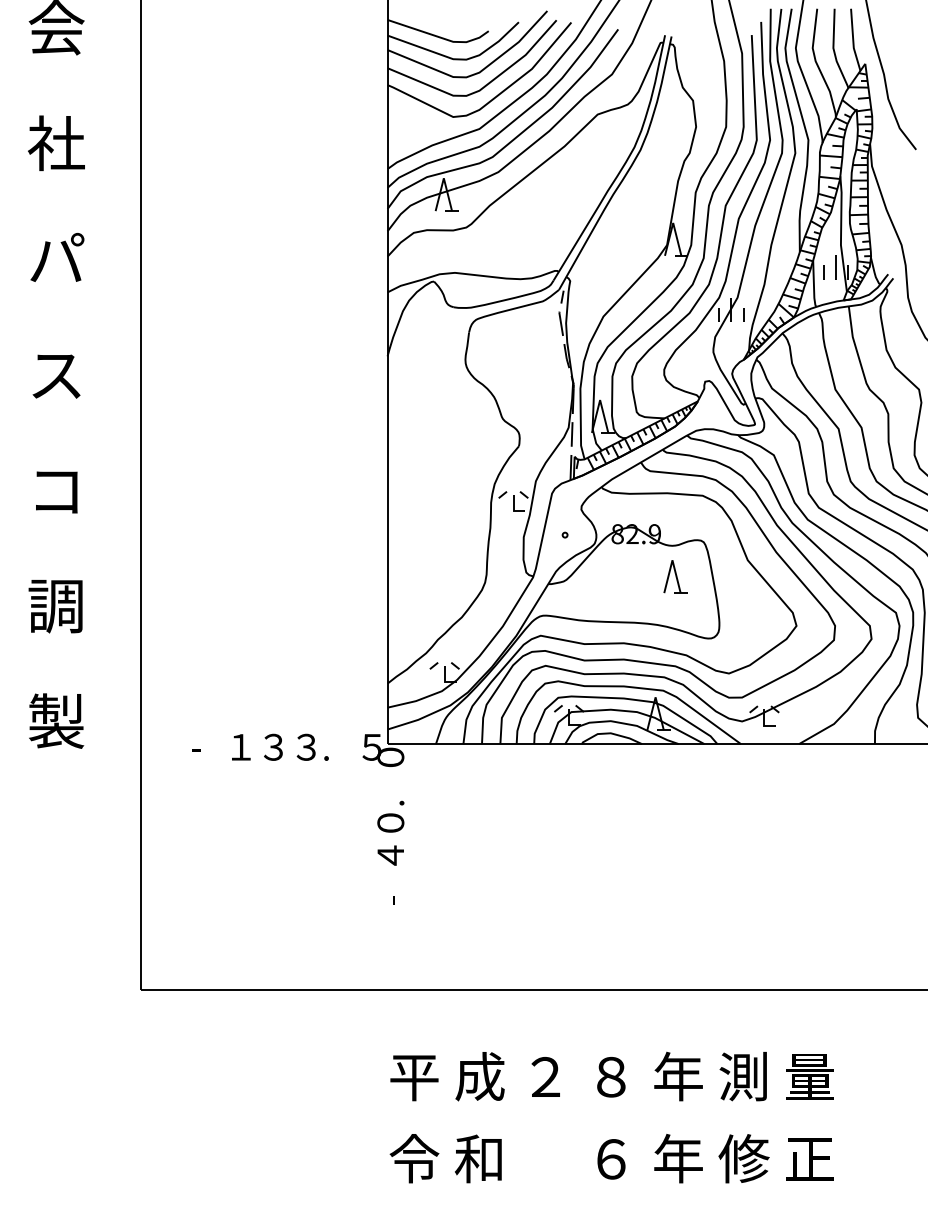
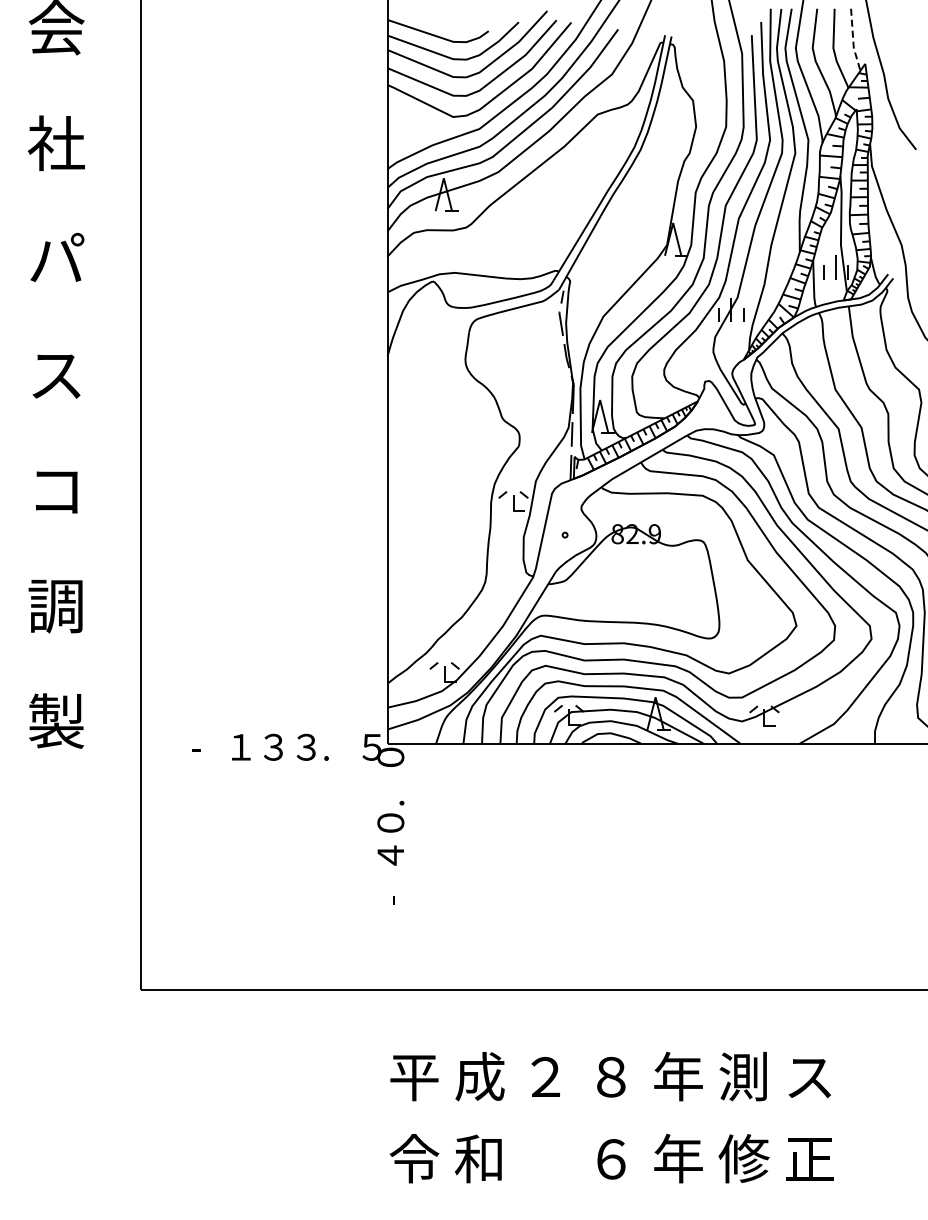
line at (853, 41): solid -> dashed
part at (675, 576): present -> none
text at (809, 1076): 量 -> ス
